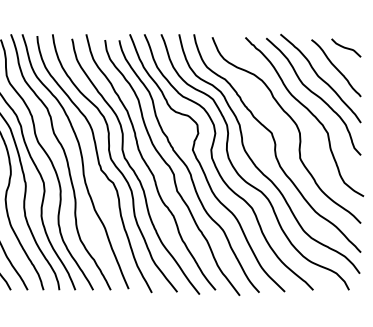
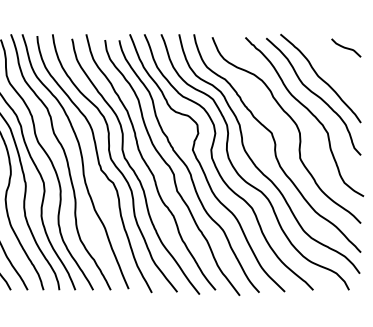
curve at (336, 68): present -> none
